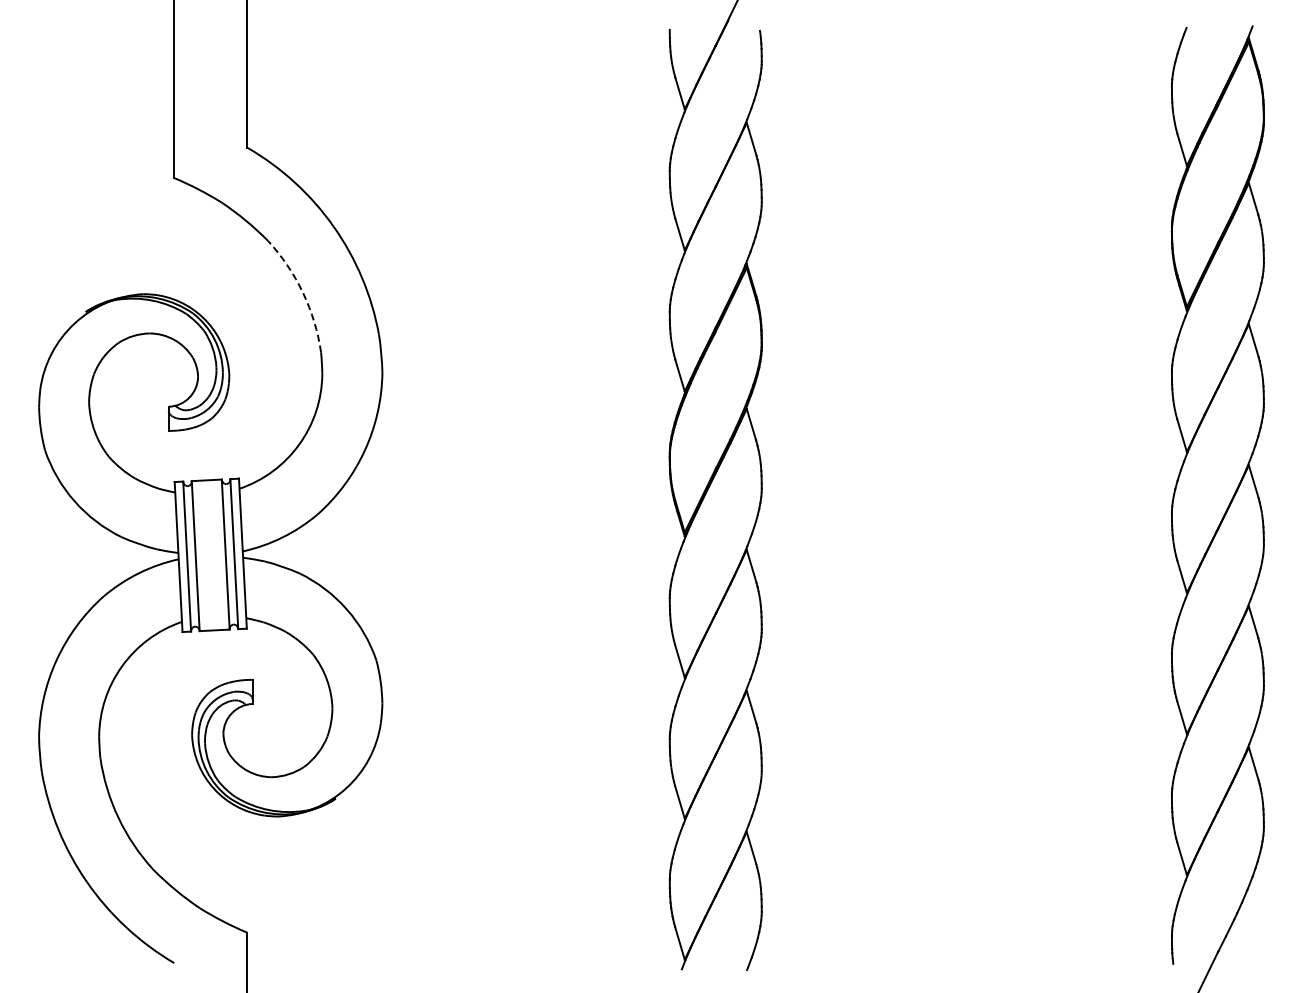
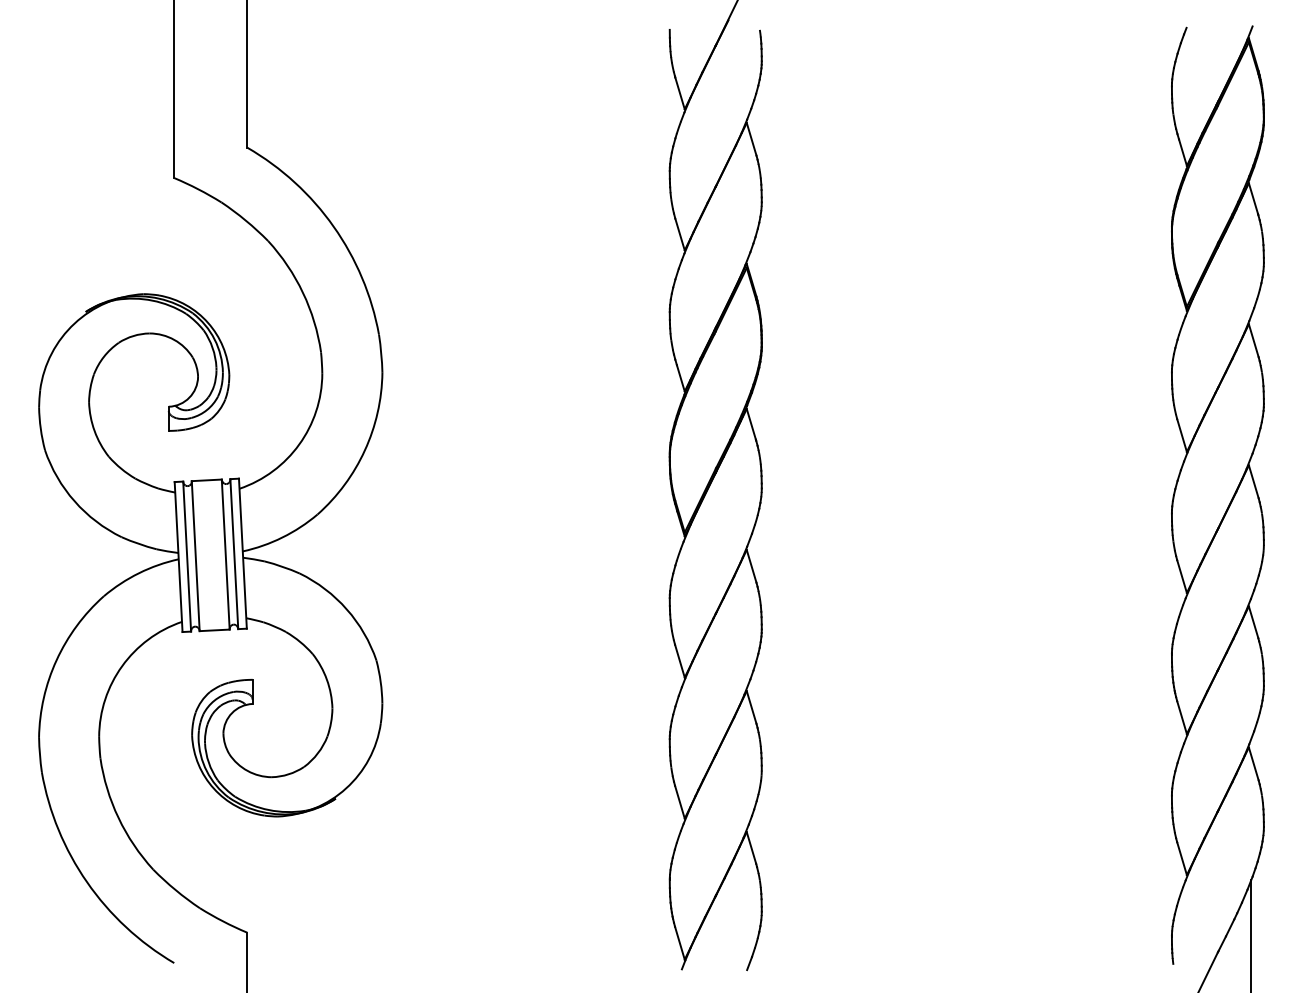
arc at (303, 292): dashed -> solid
line at (1251, 934): none -> present
